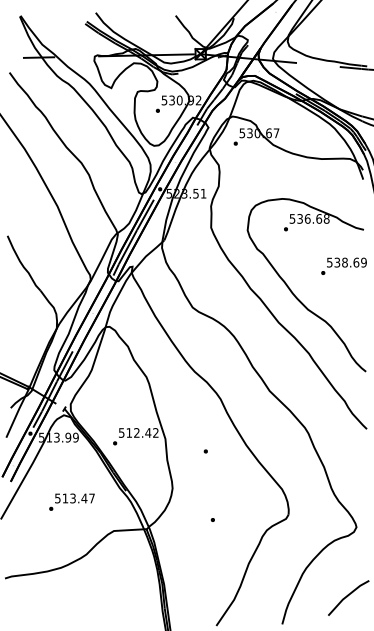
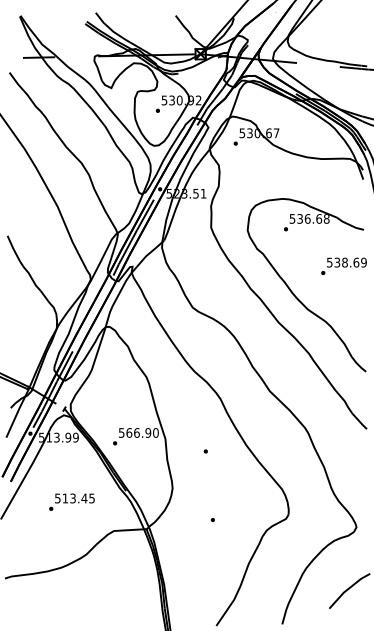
text at (142, 432): 512.42 -> 566.90
text at (91, 498): 513.47 -> 513.45
line at (348, 596) position: (348, 596) -> (349, 589)
